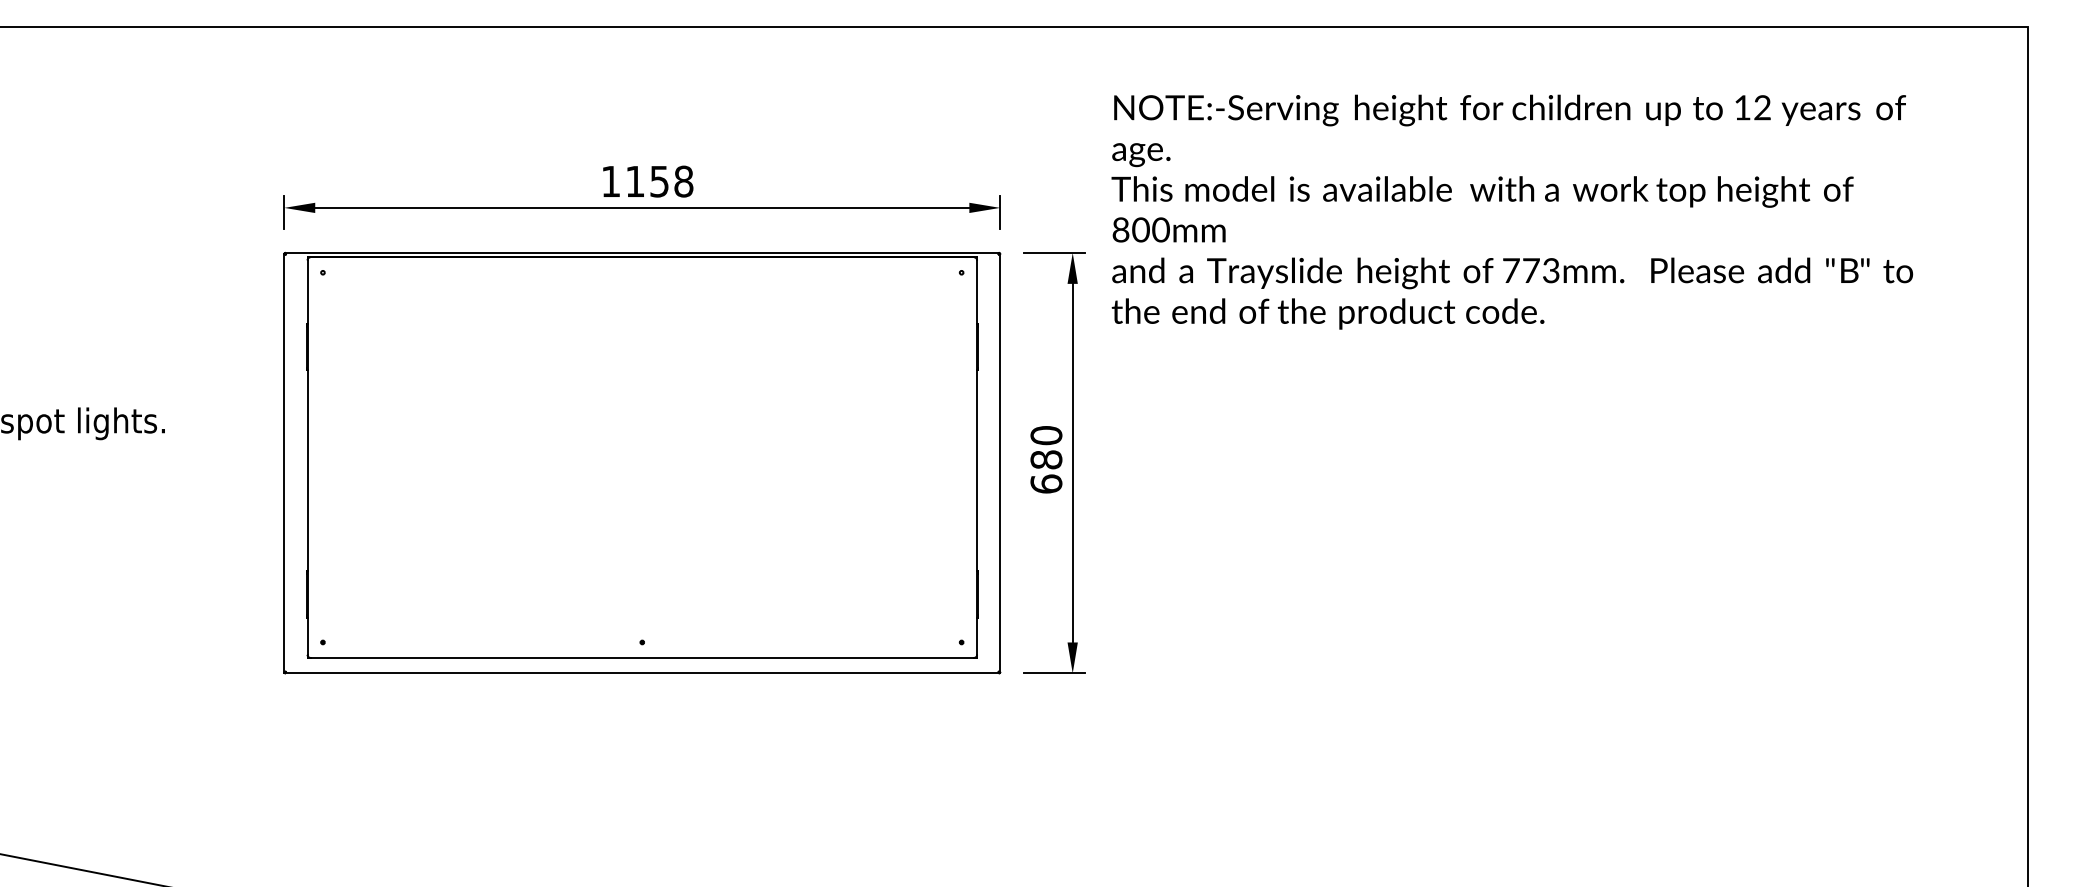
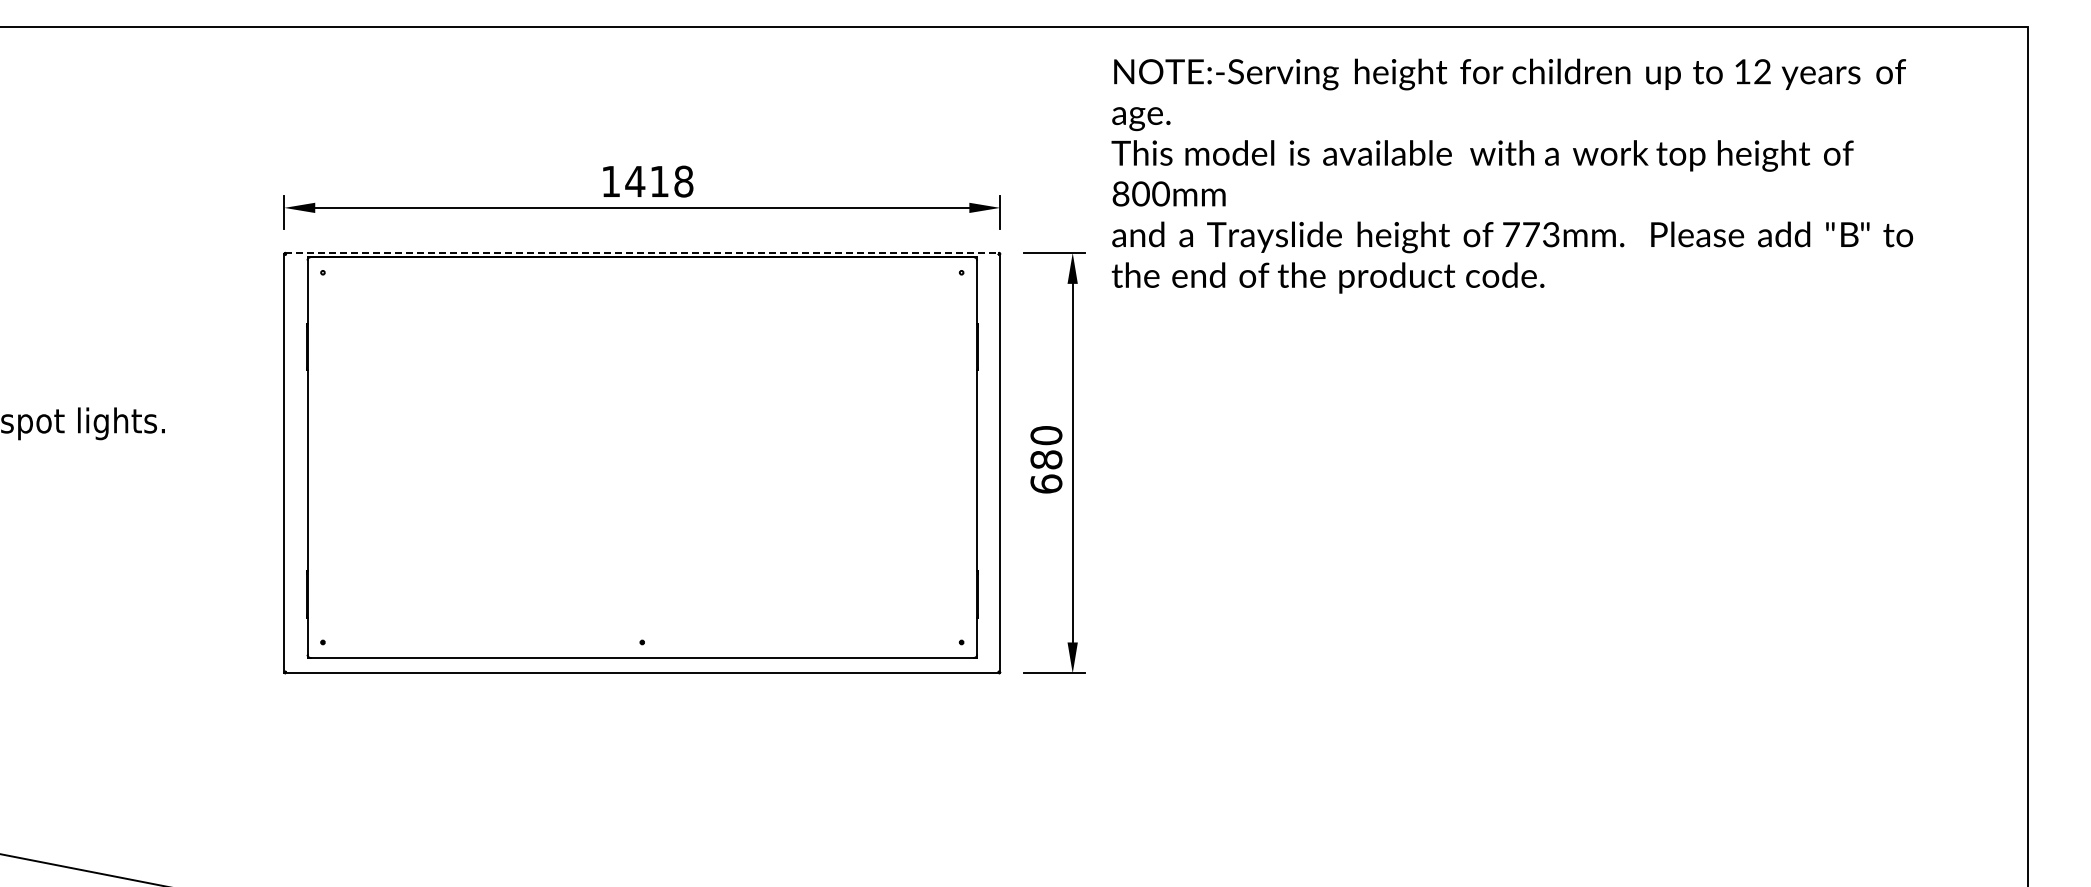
text at (646, 181): 1158 -> 1418
text at (1512, 211) position: (1512, 211) -> (1512, 175)
line at (642, 252): solid -> dashed
